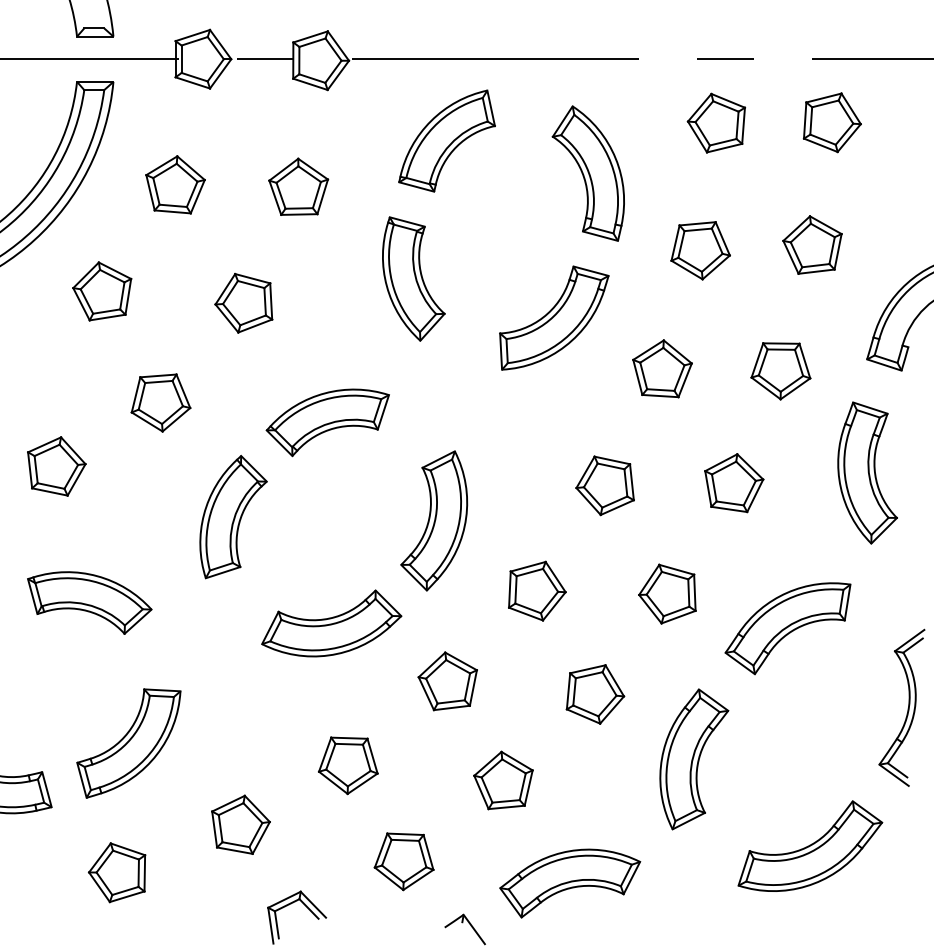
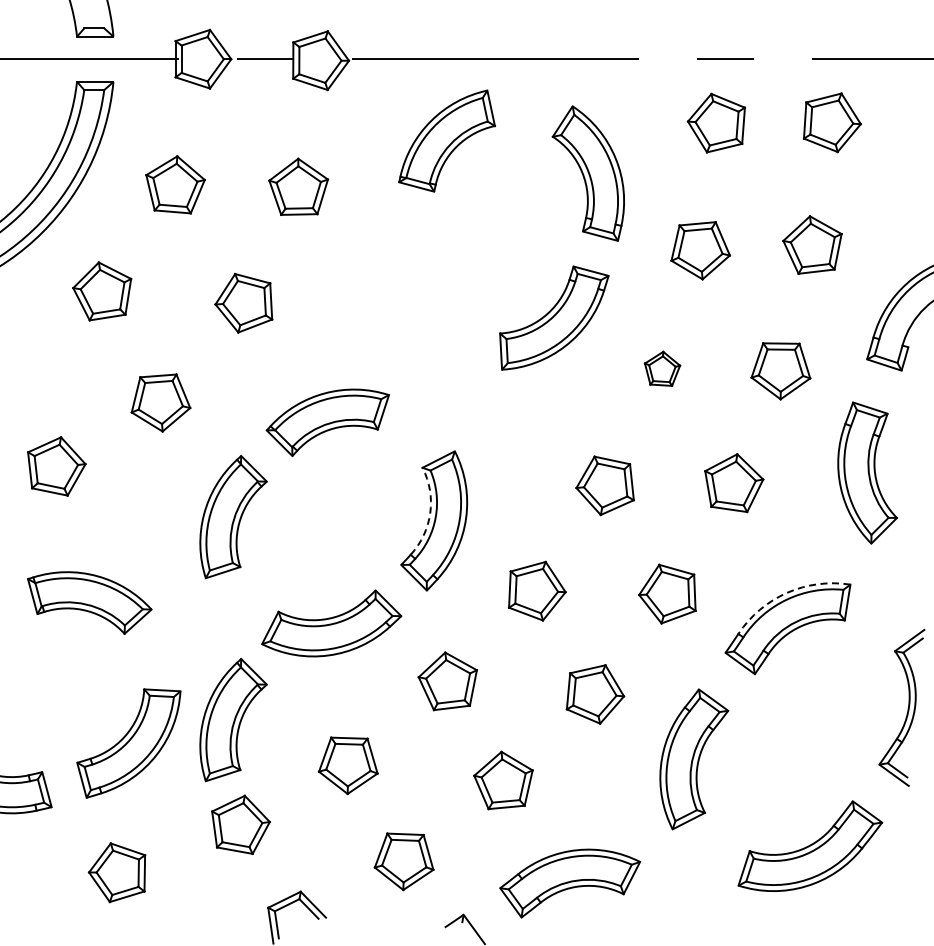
part at (413, 278): present -> none
part at (662, 368) size: 61x60 px -> 39x37 px
arc at (430, 513): solid -> dashed
arc at (787, 592): solid -> dashed
part at (233, 720): none -> present
